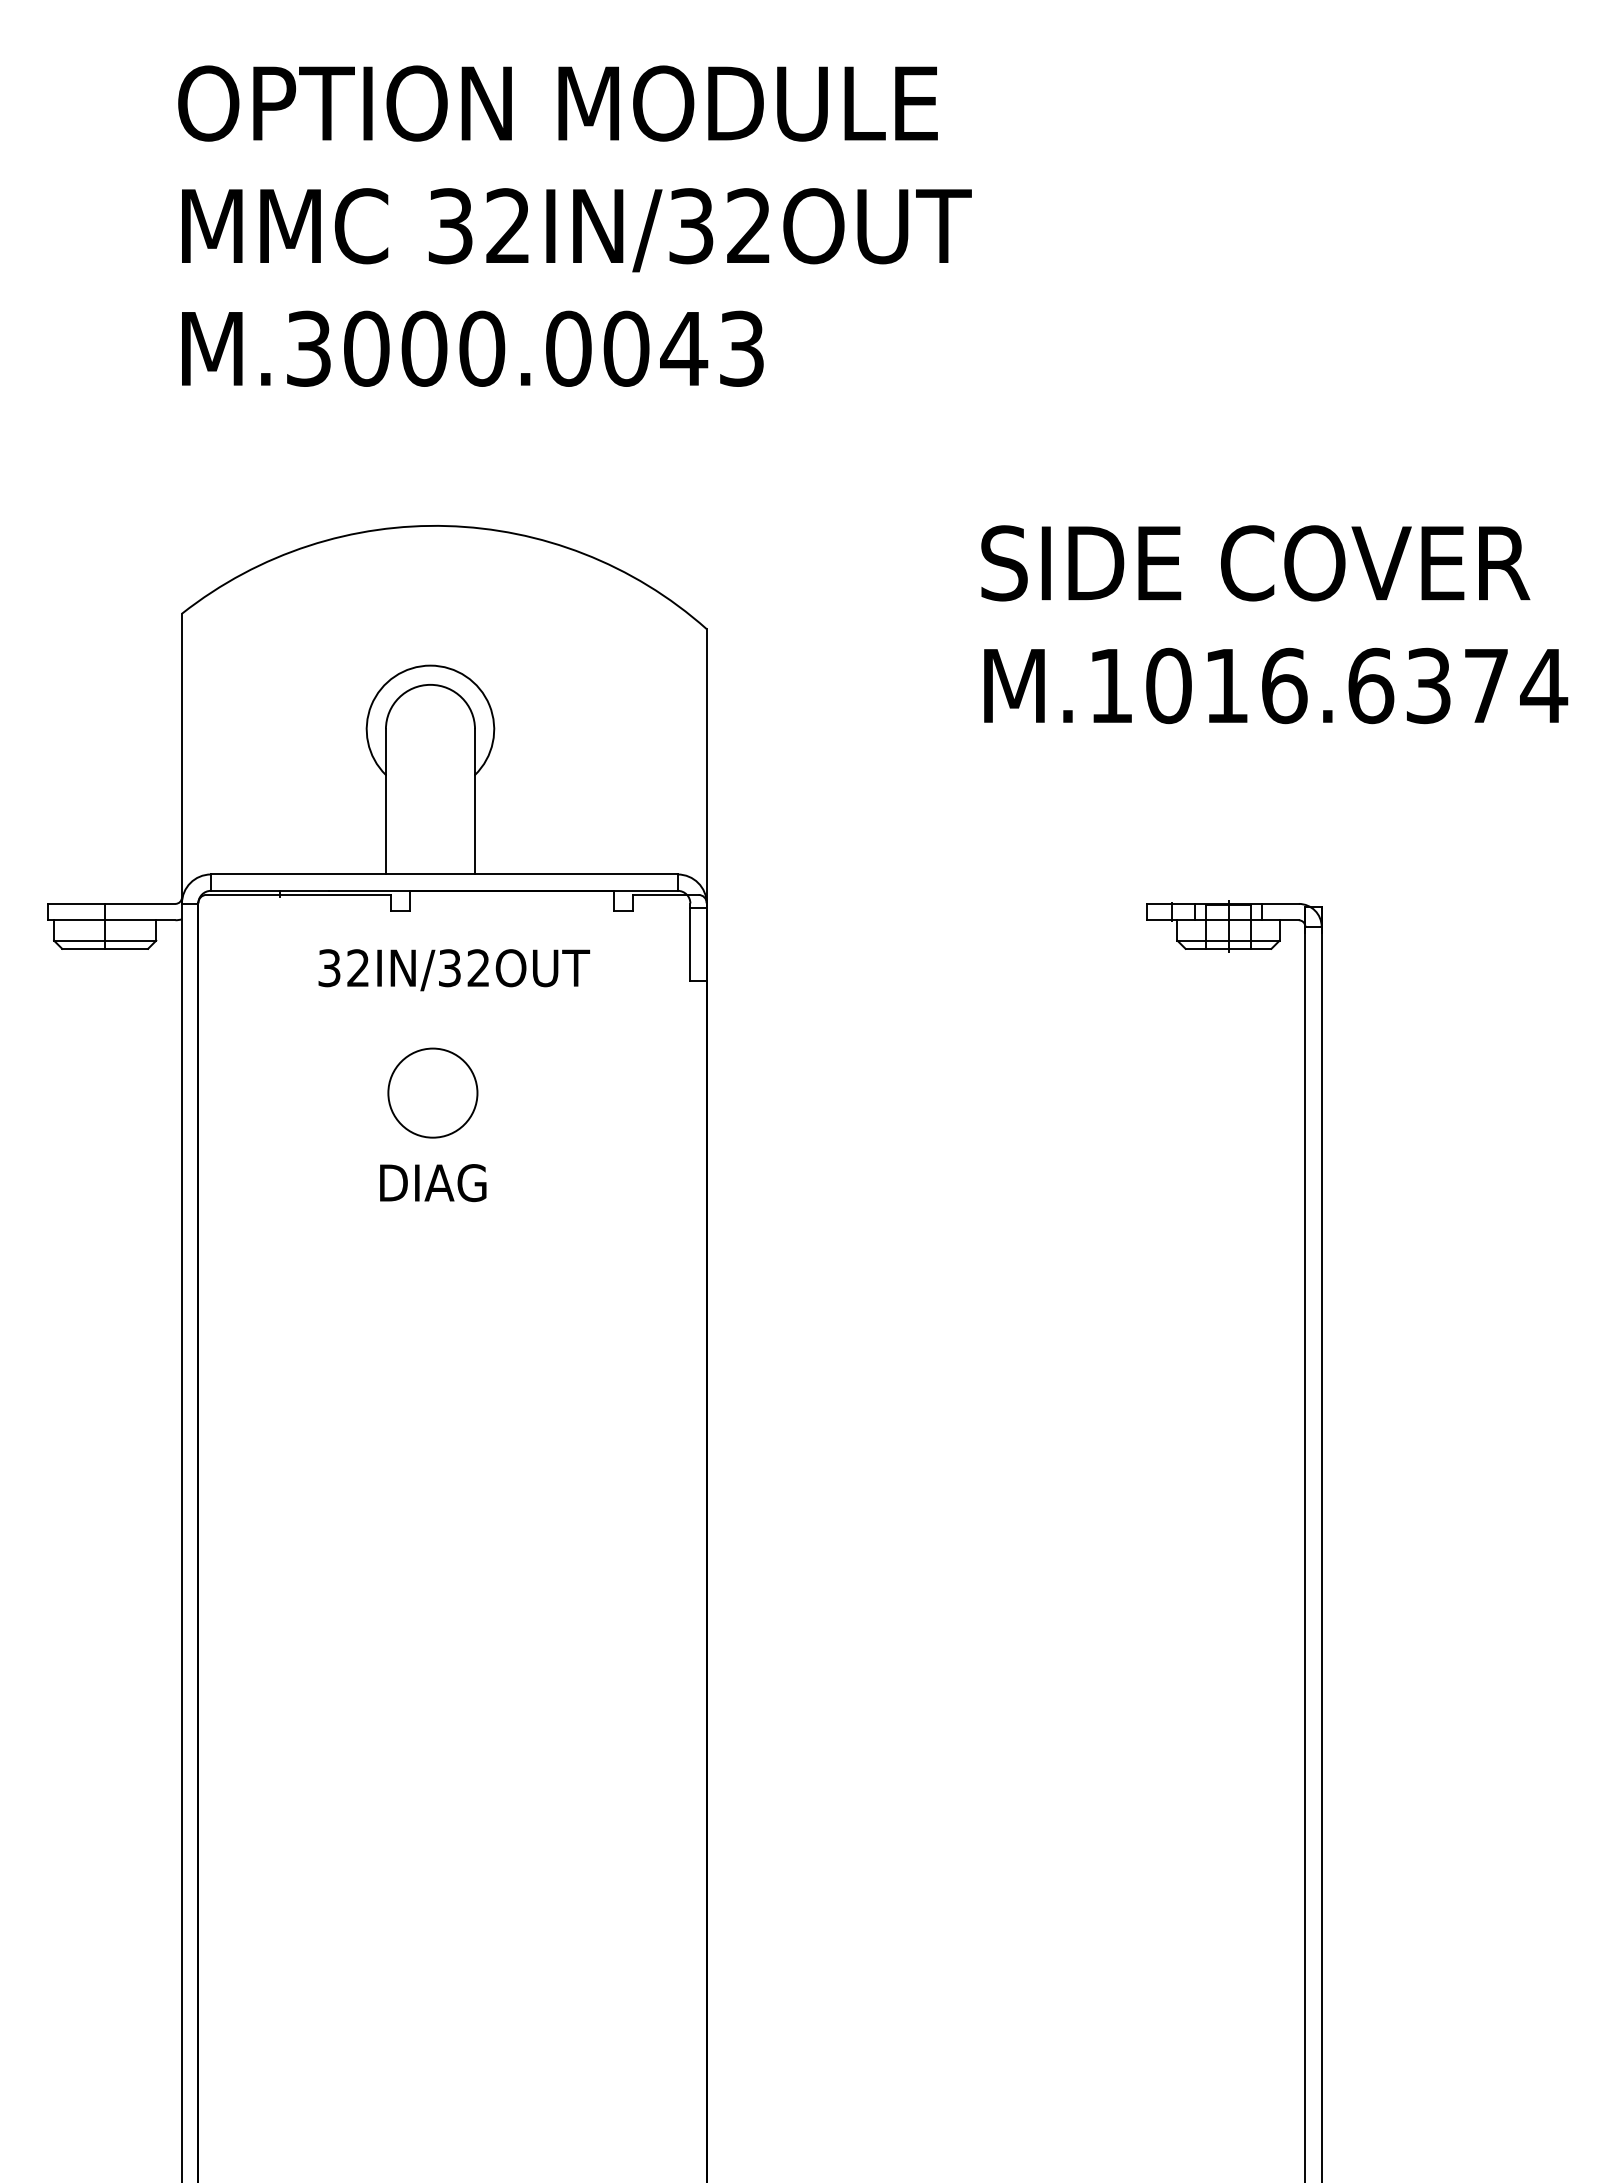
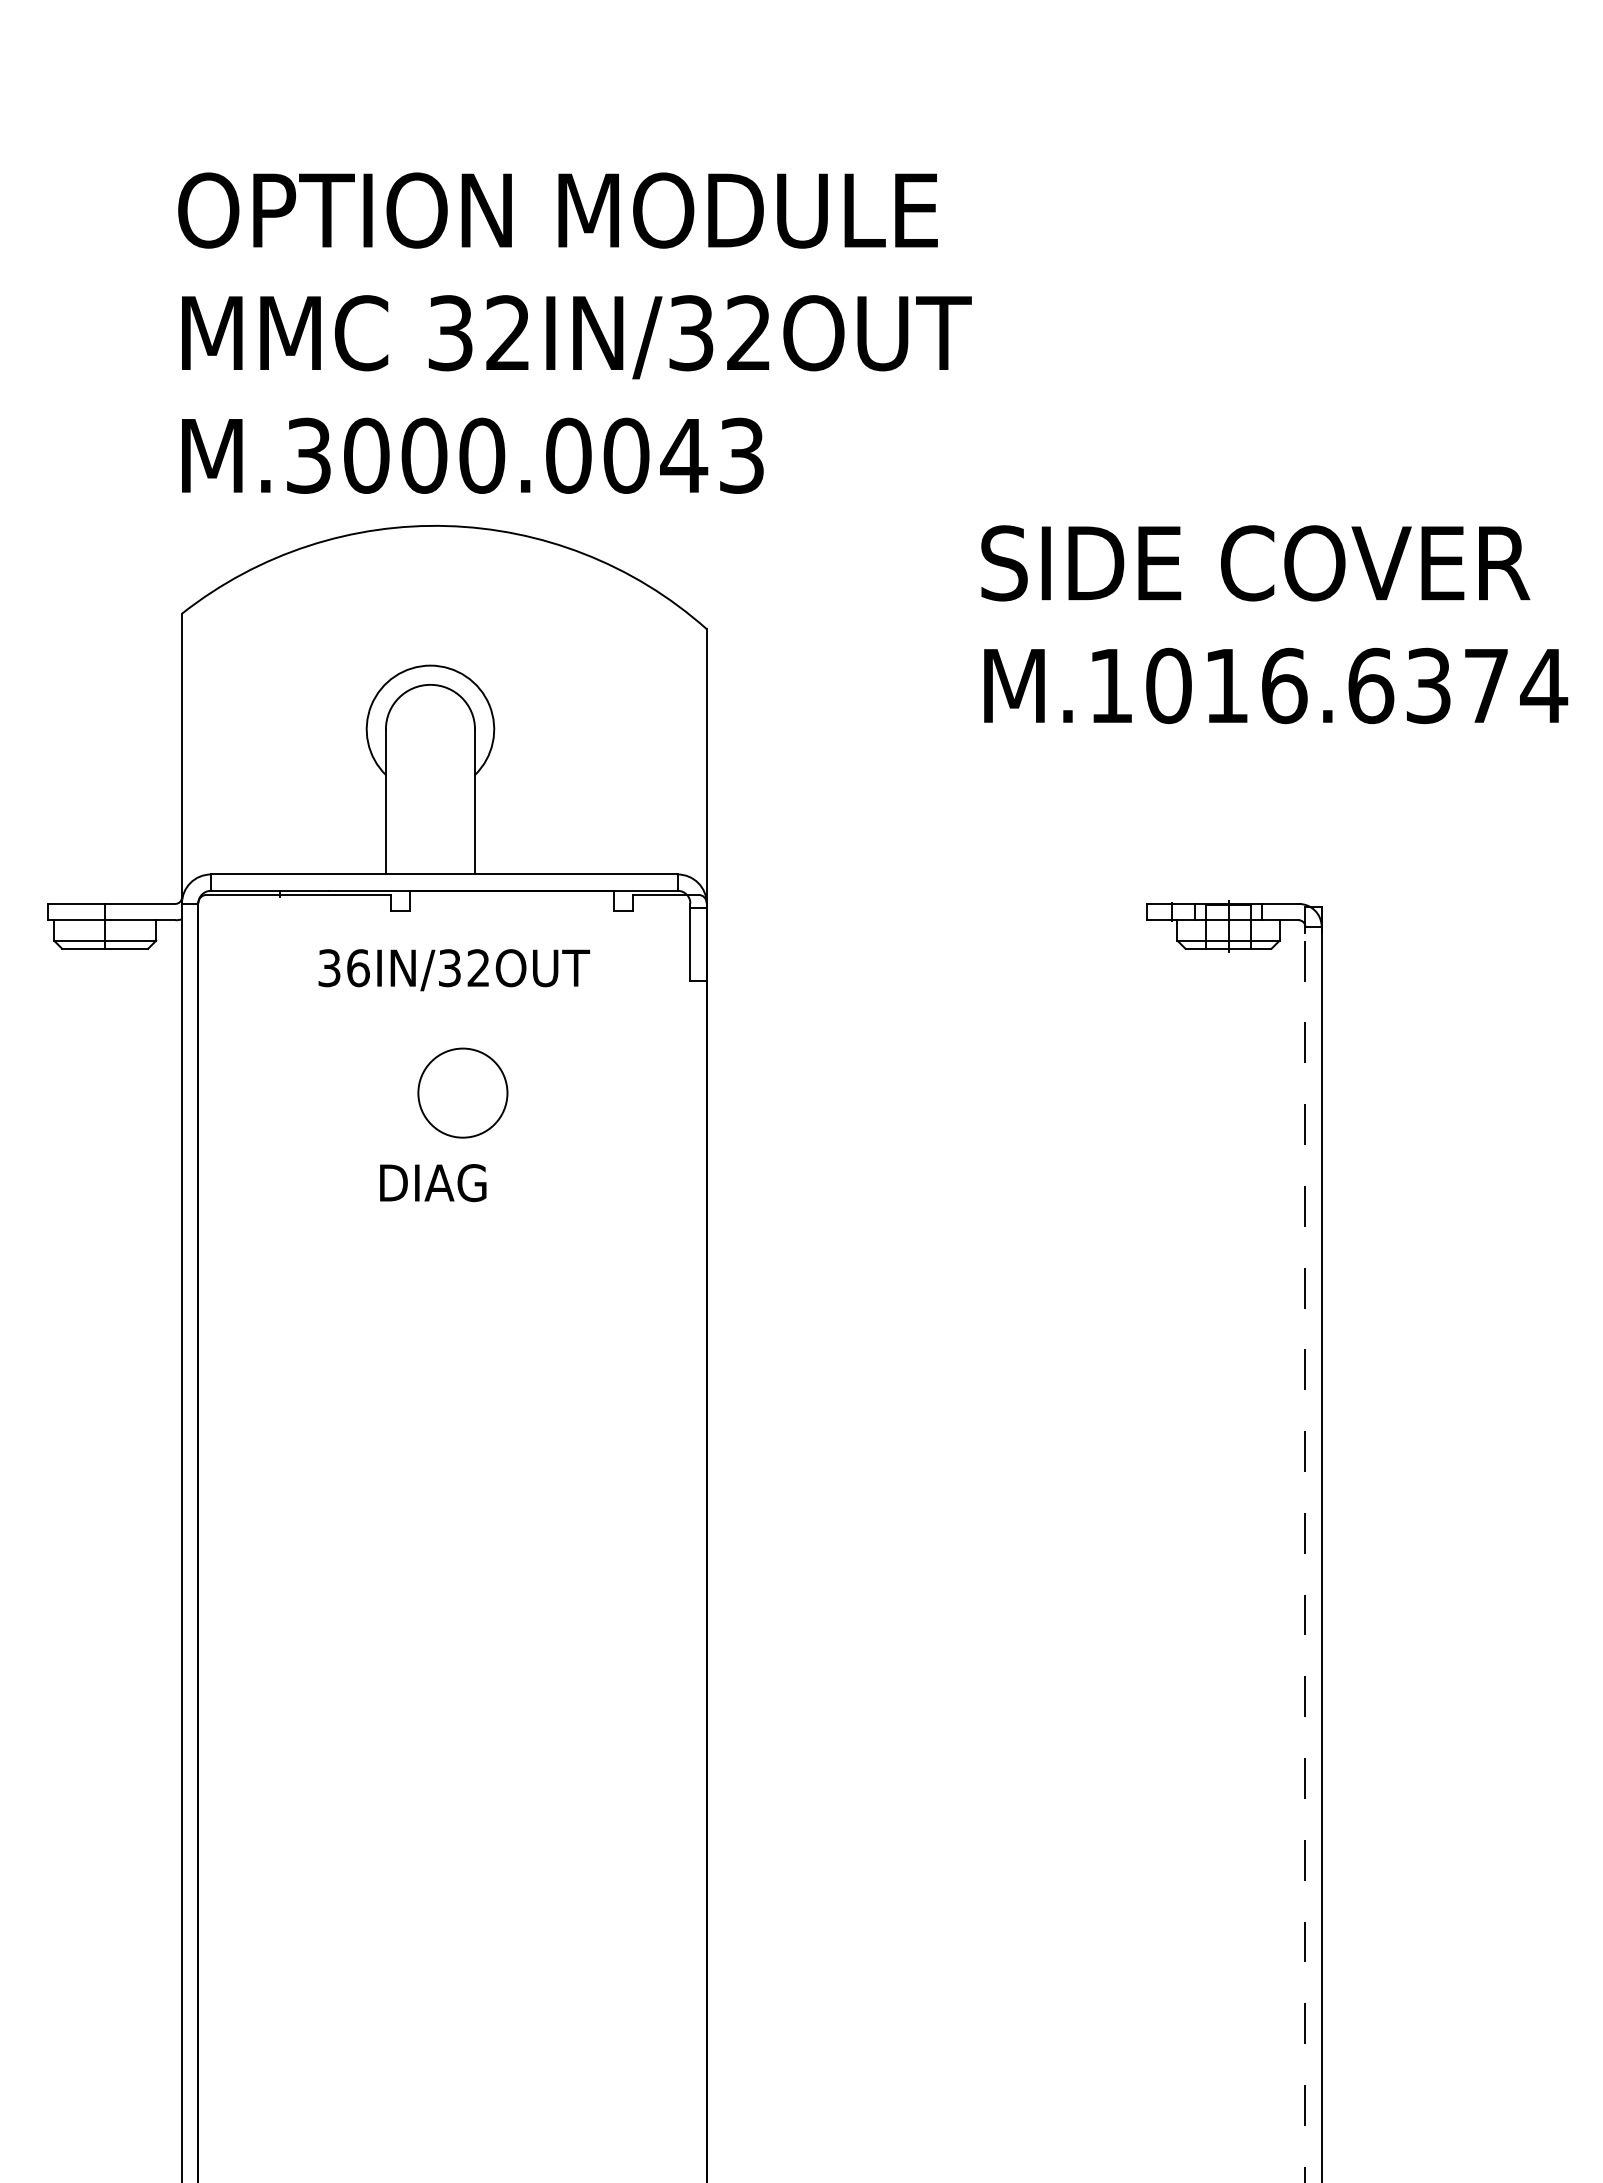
text at (574, 225) position: (574, 225) -> (574, 332)
text at (358, 968): 32IN/32OUT -> 36IN/32OUT
circle at (432, 1092) position: (432, 1092) -> (462, 1092)
line at (1305, 1545): solid -> dashed
